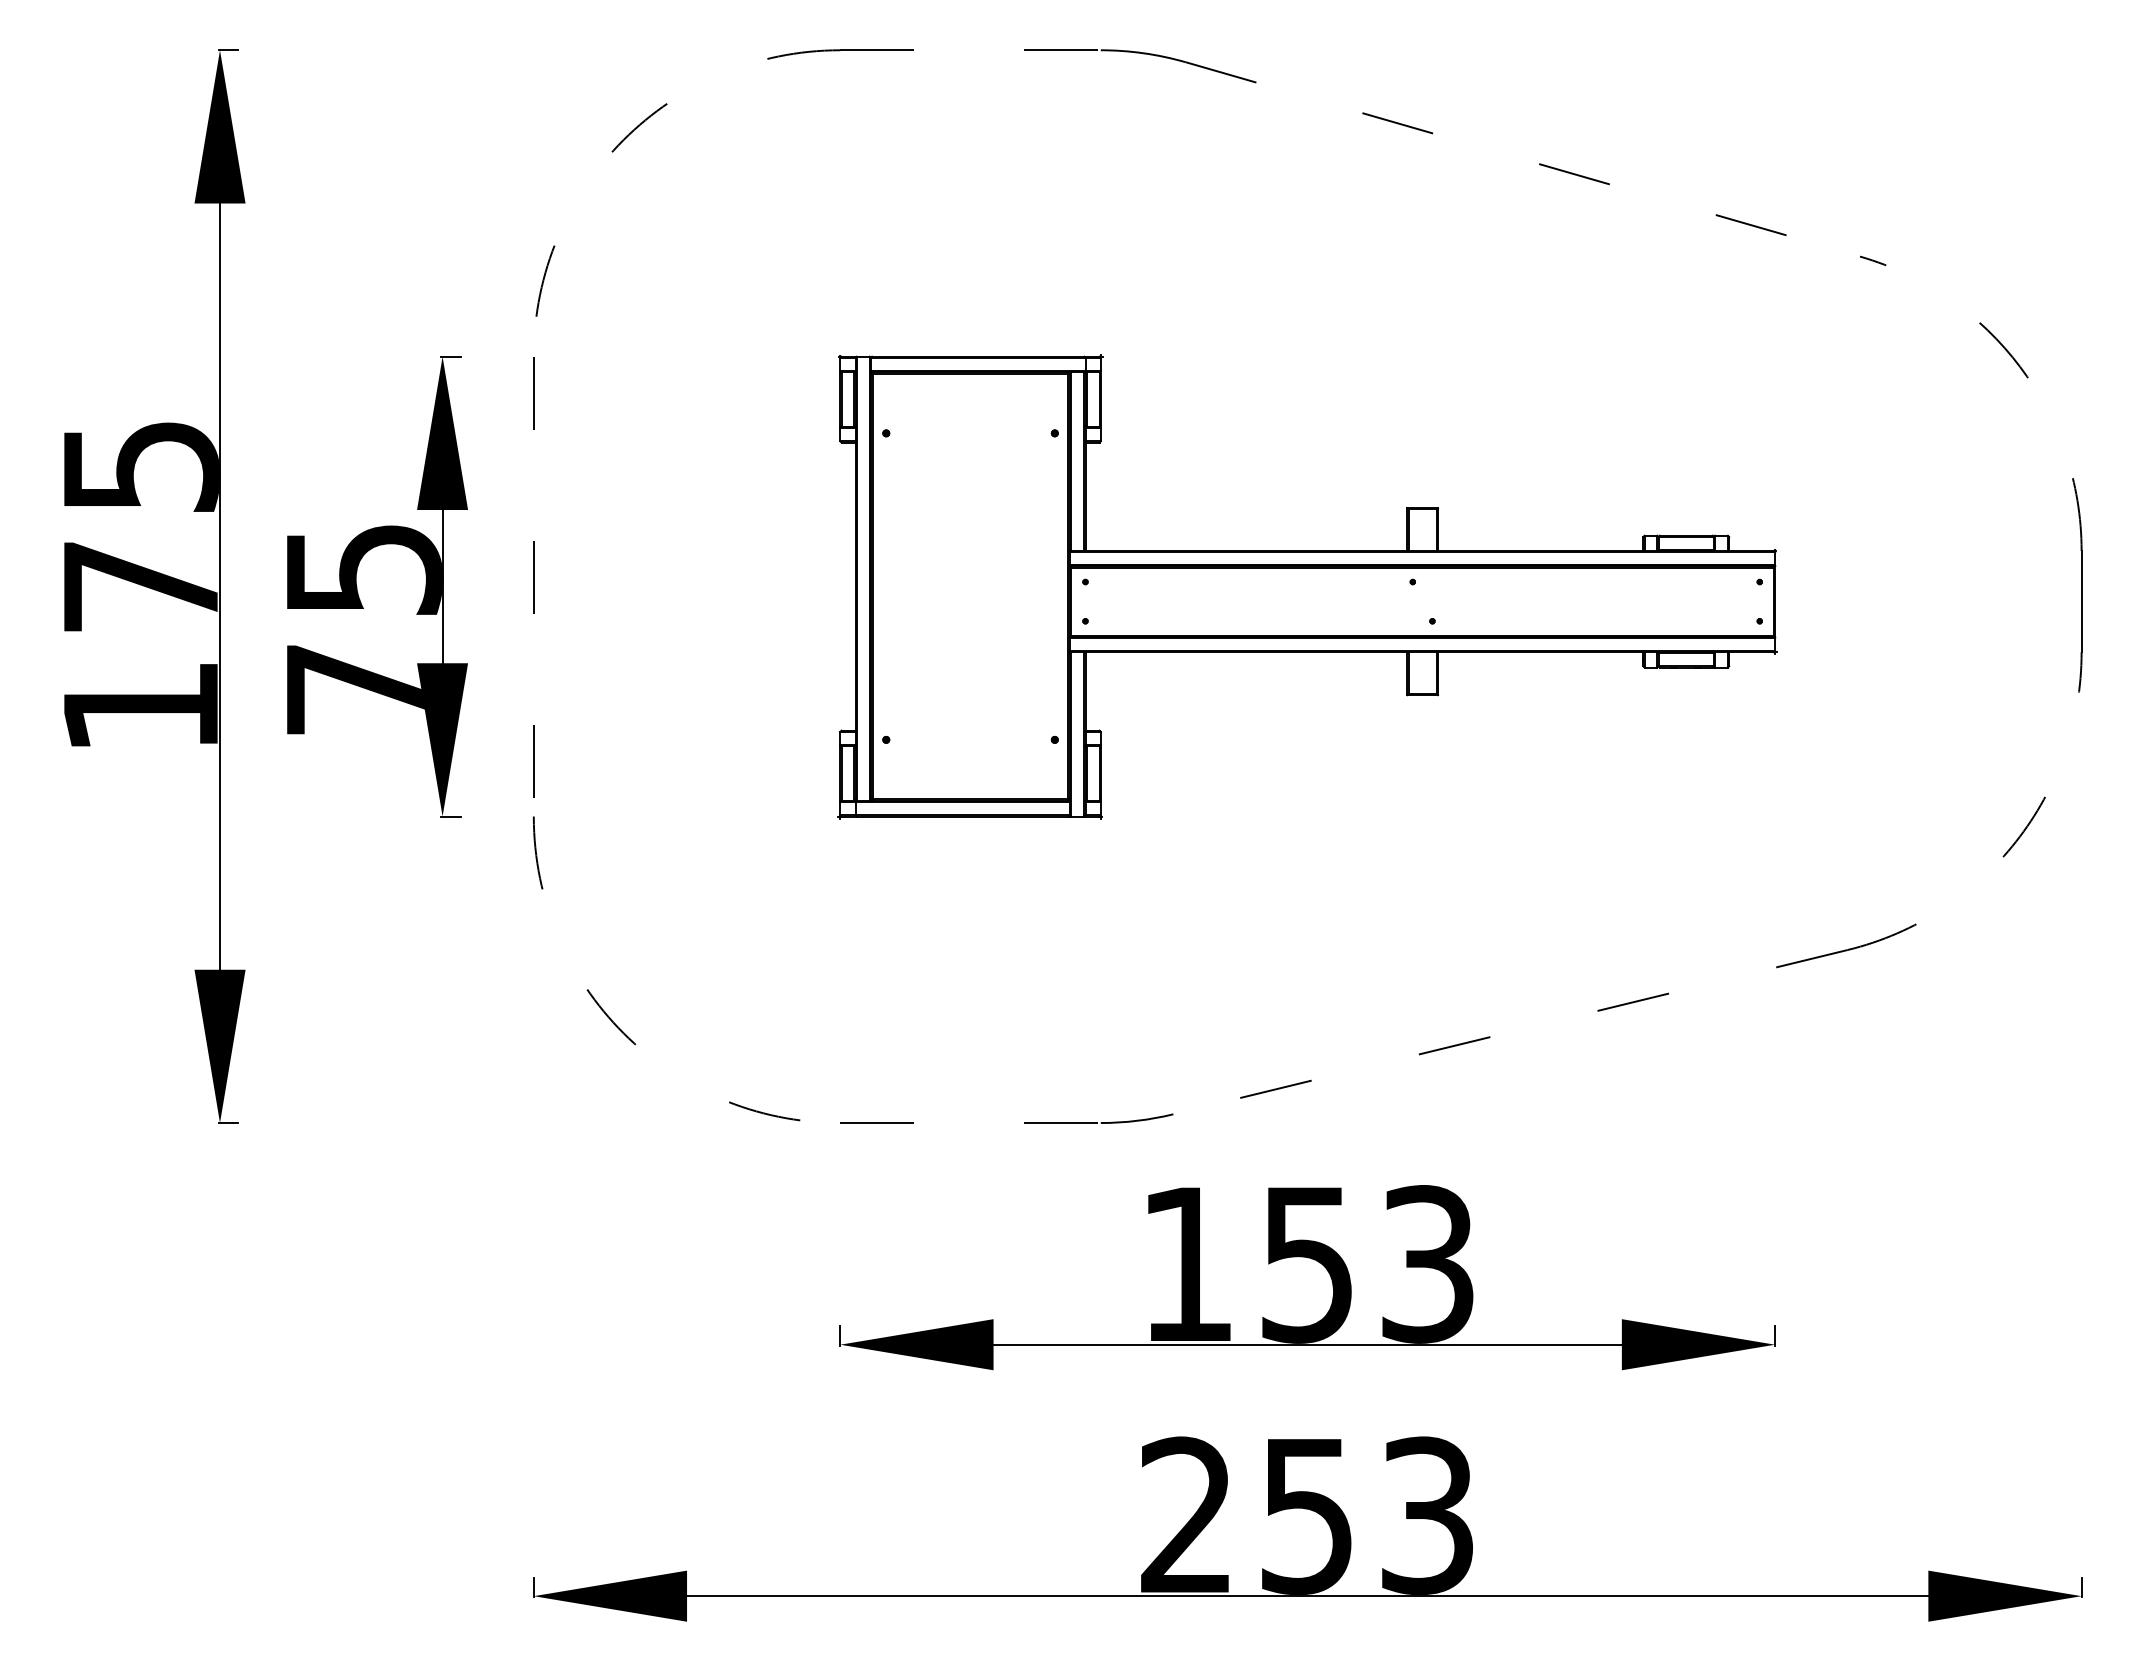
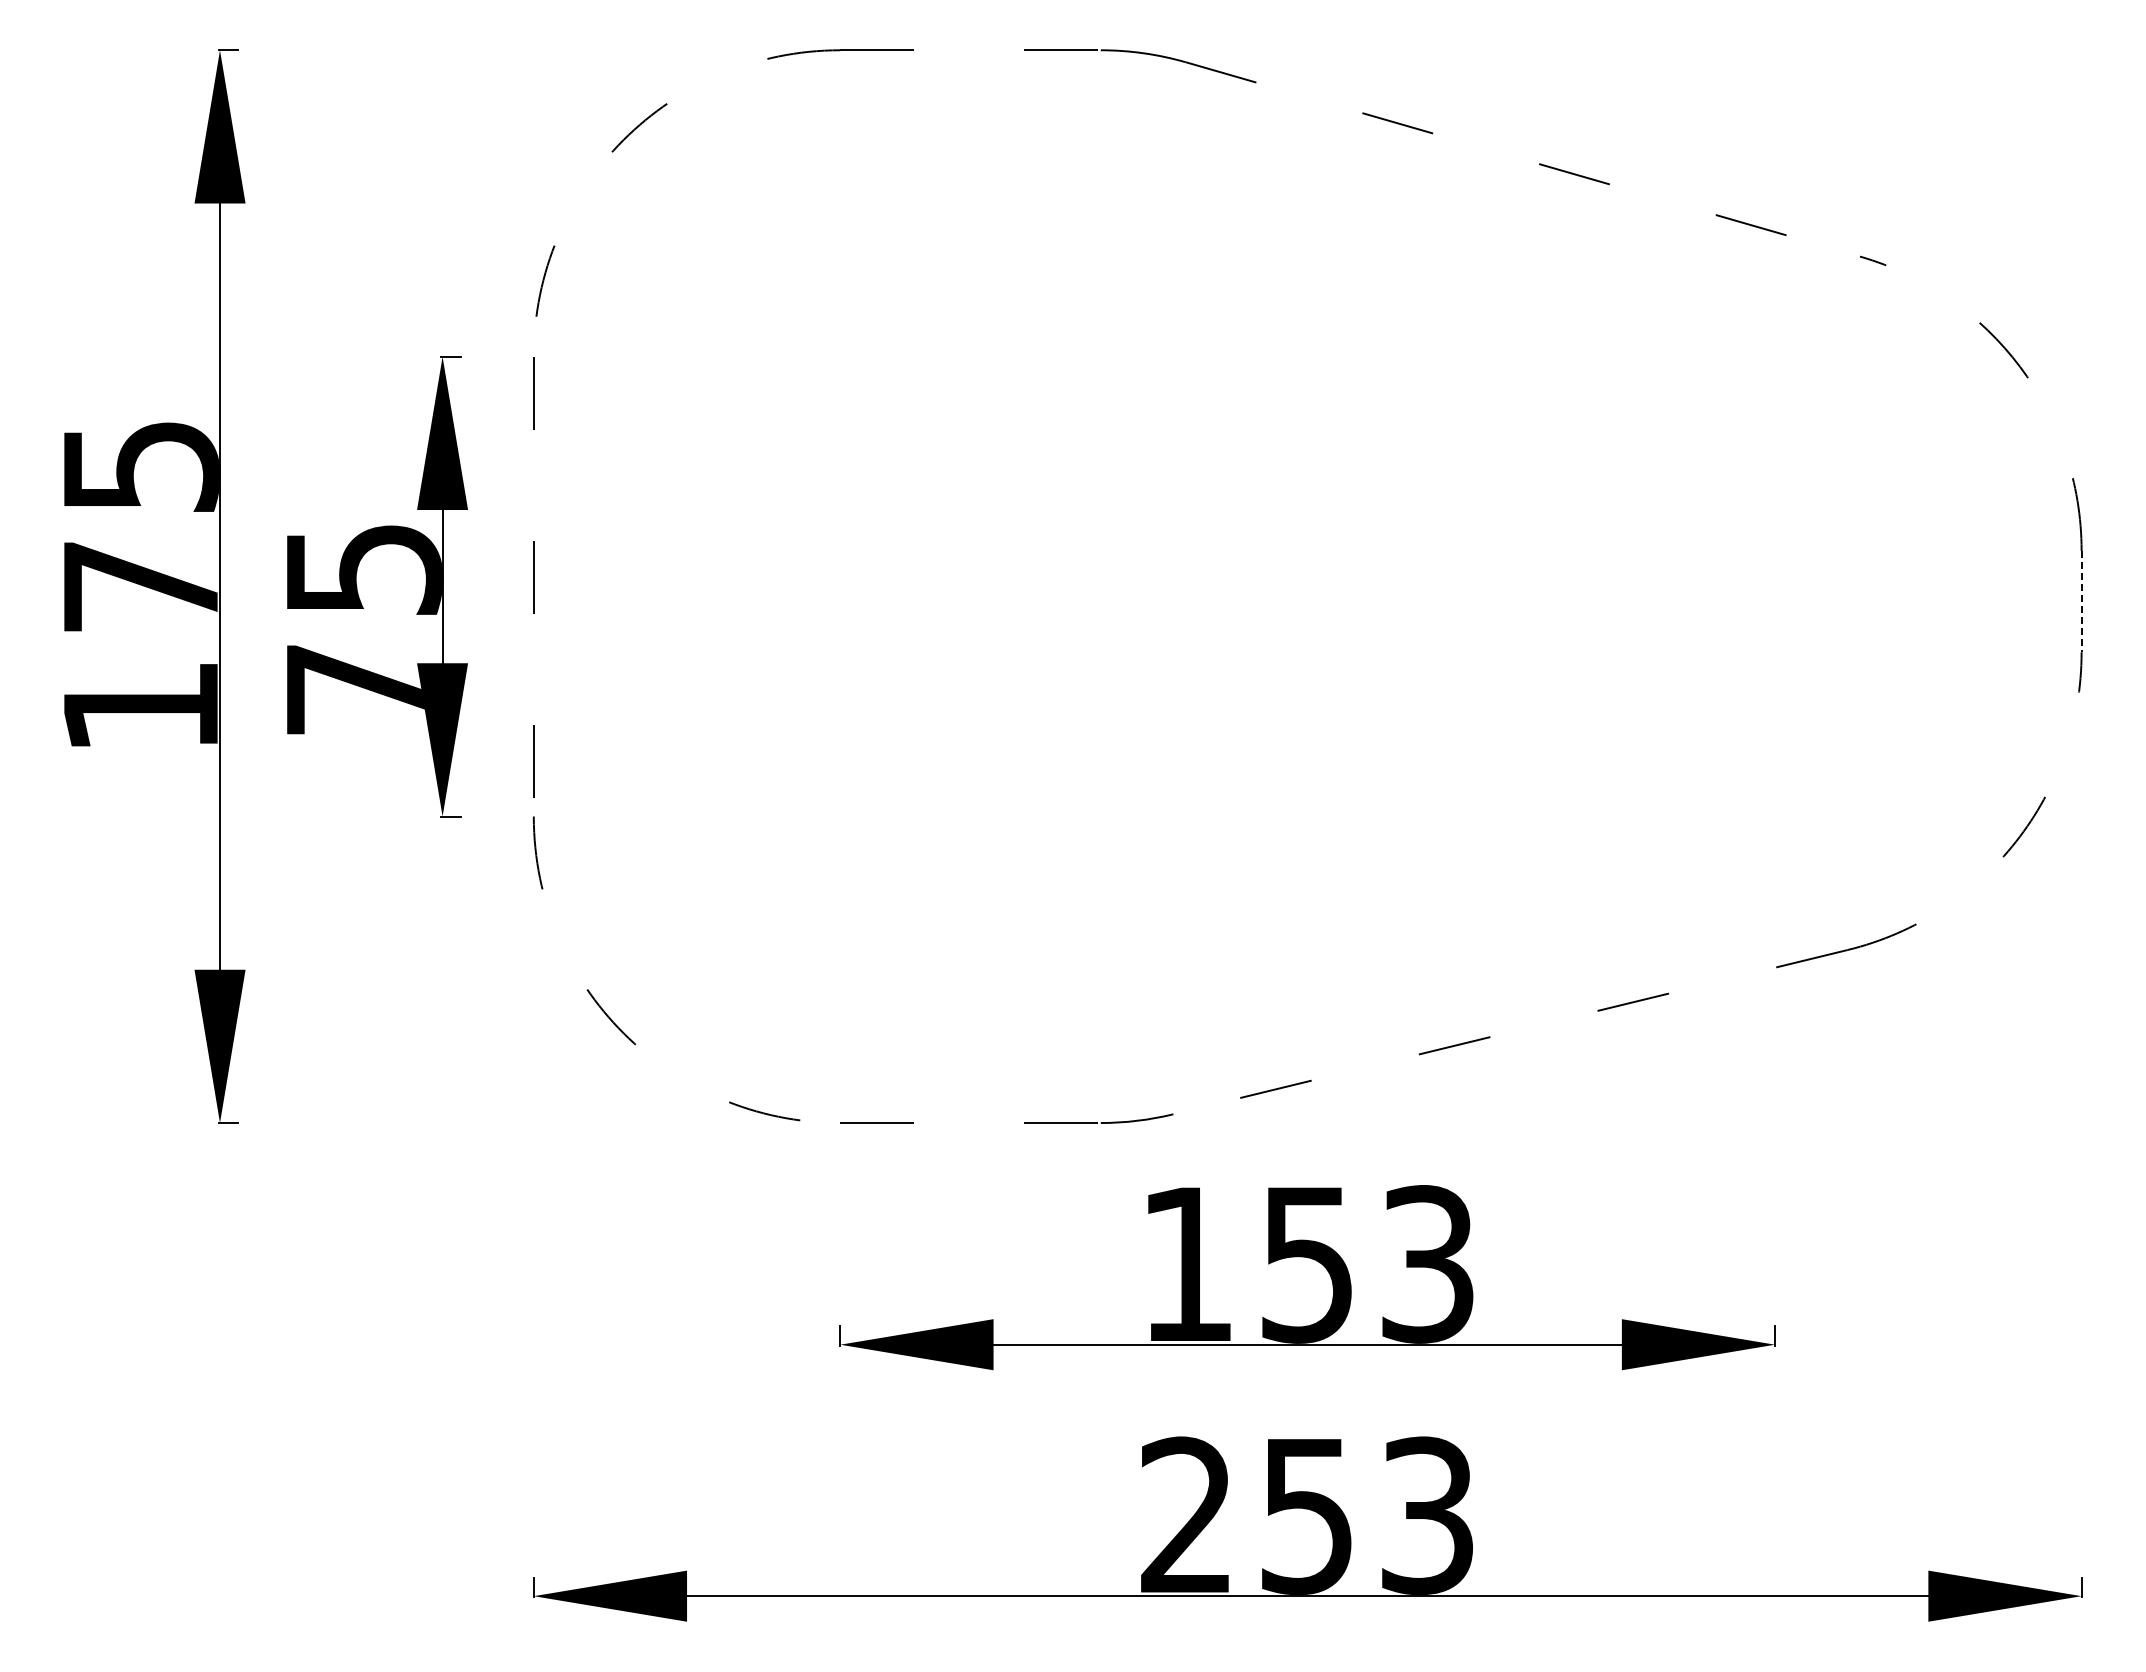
part at (1307, 586): present -> none
line at (2081, 601): solid -> dashed
